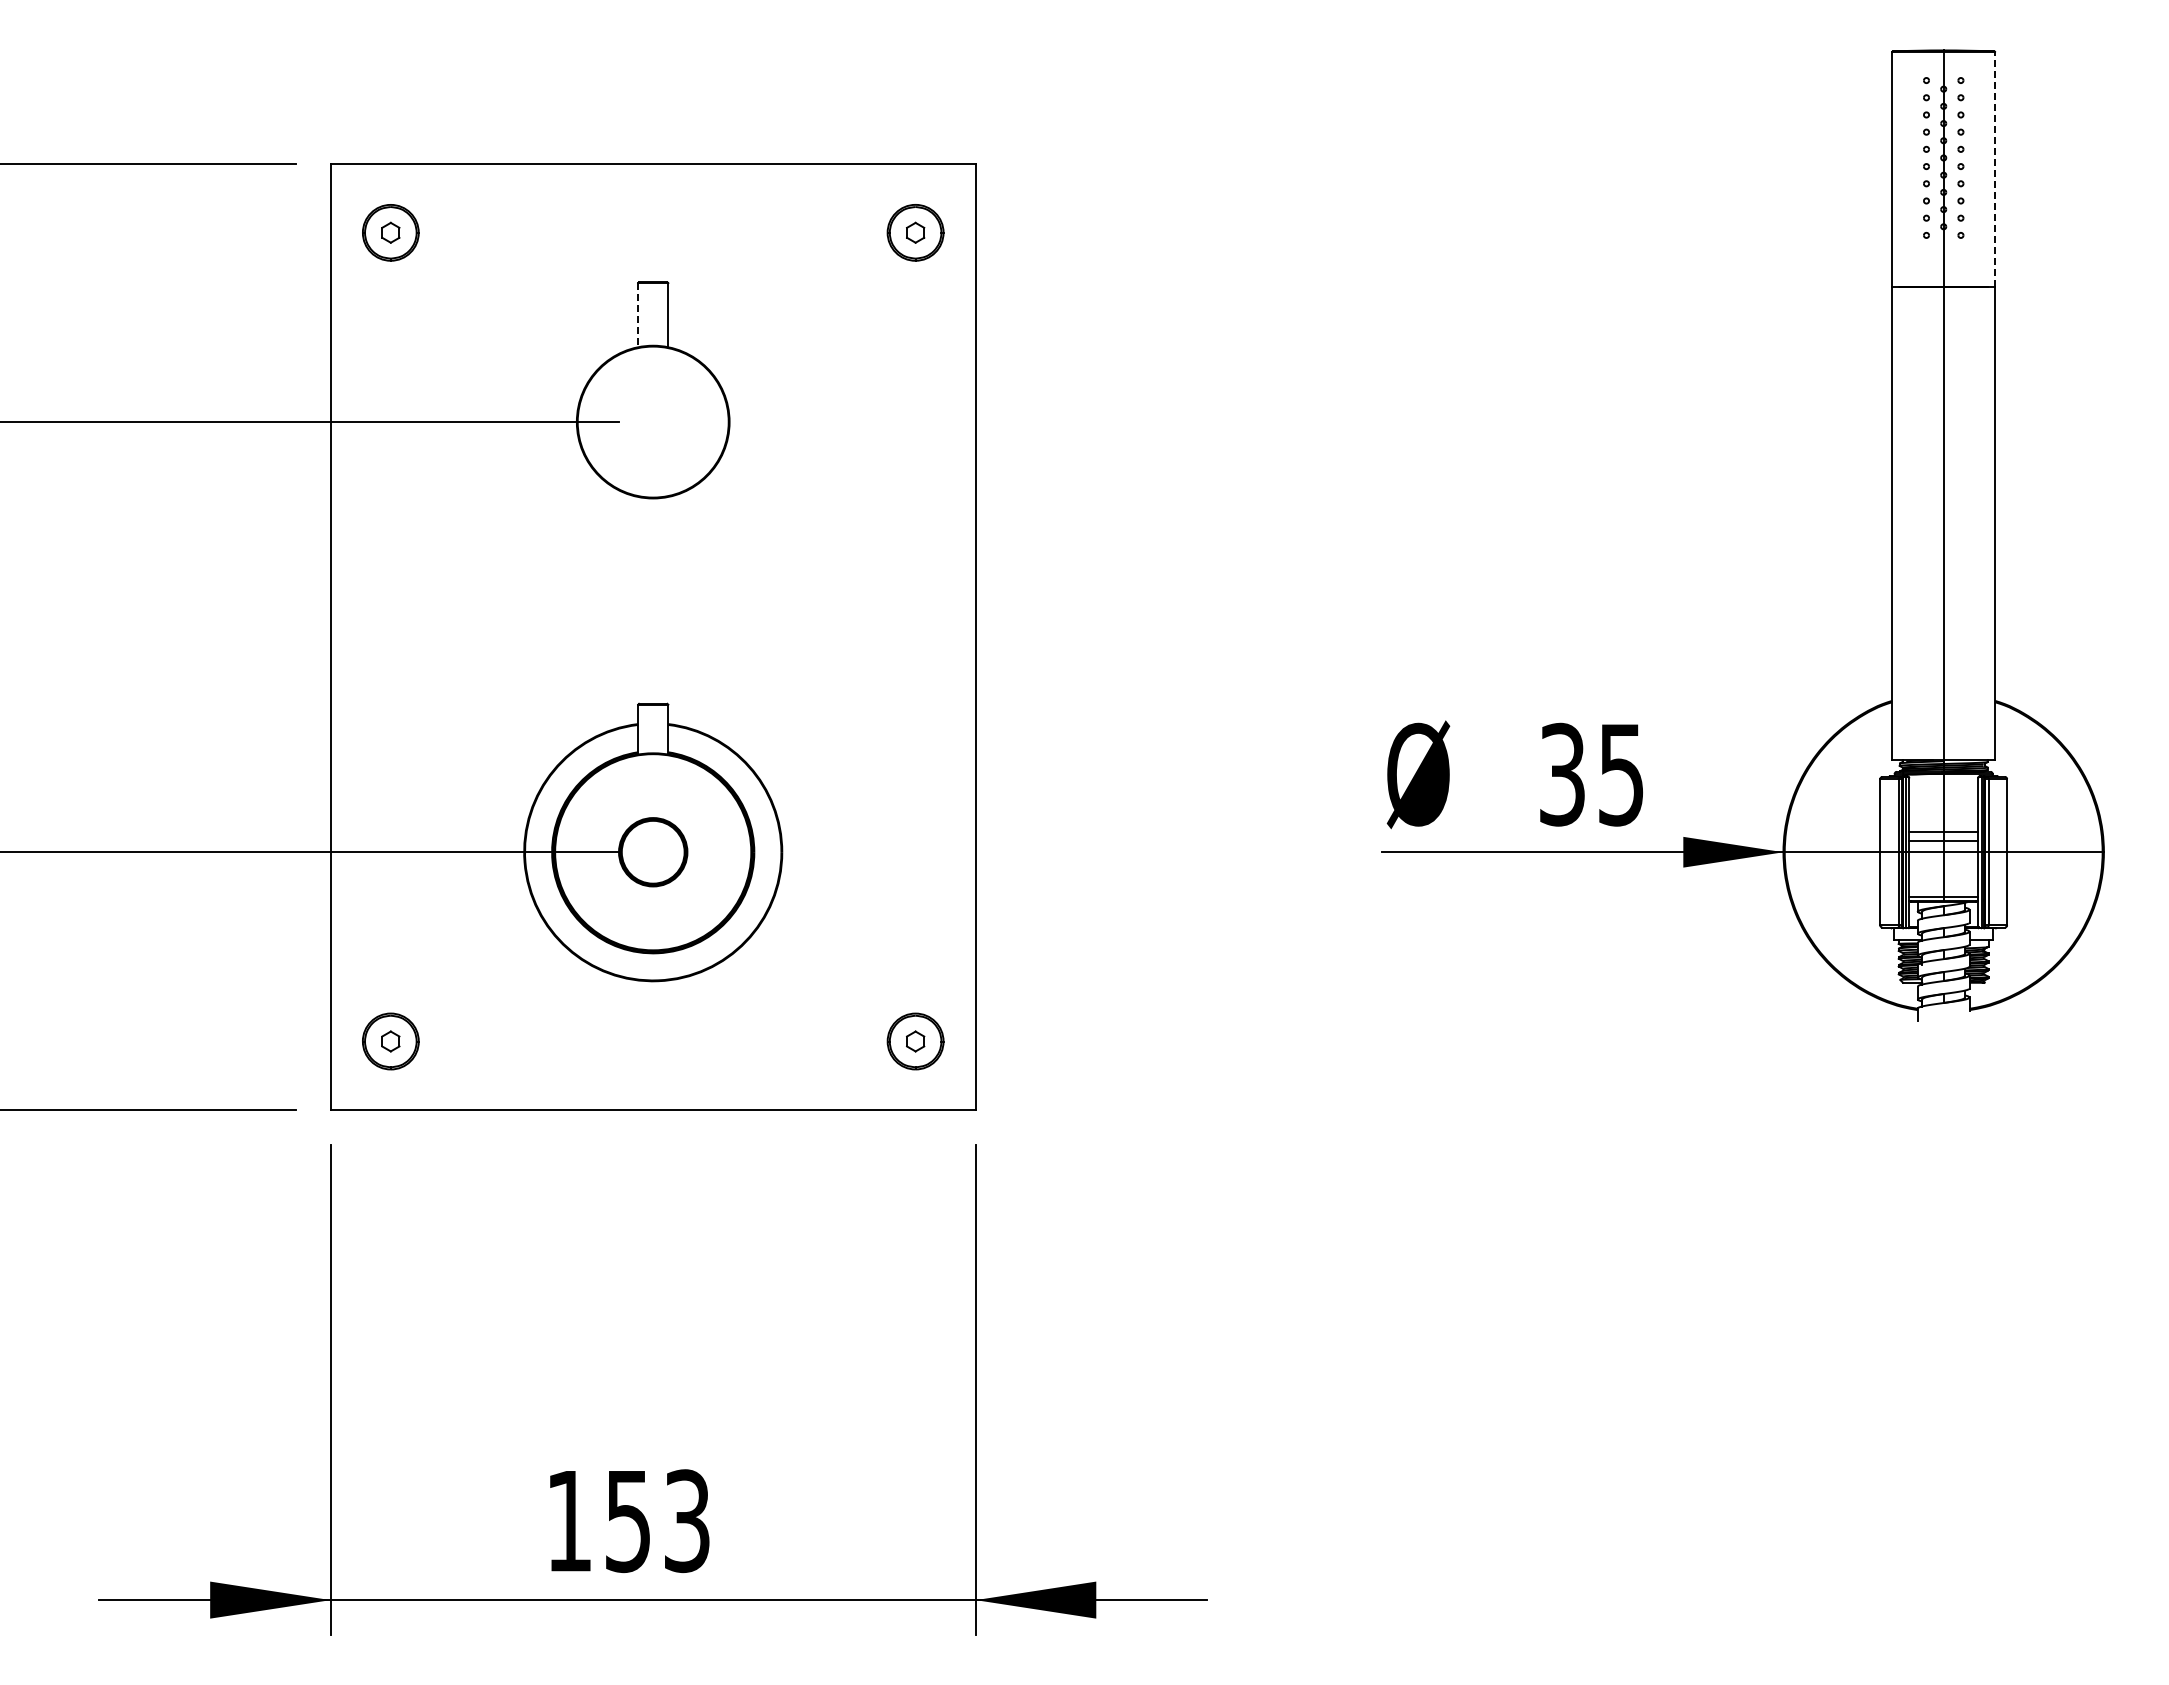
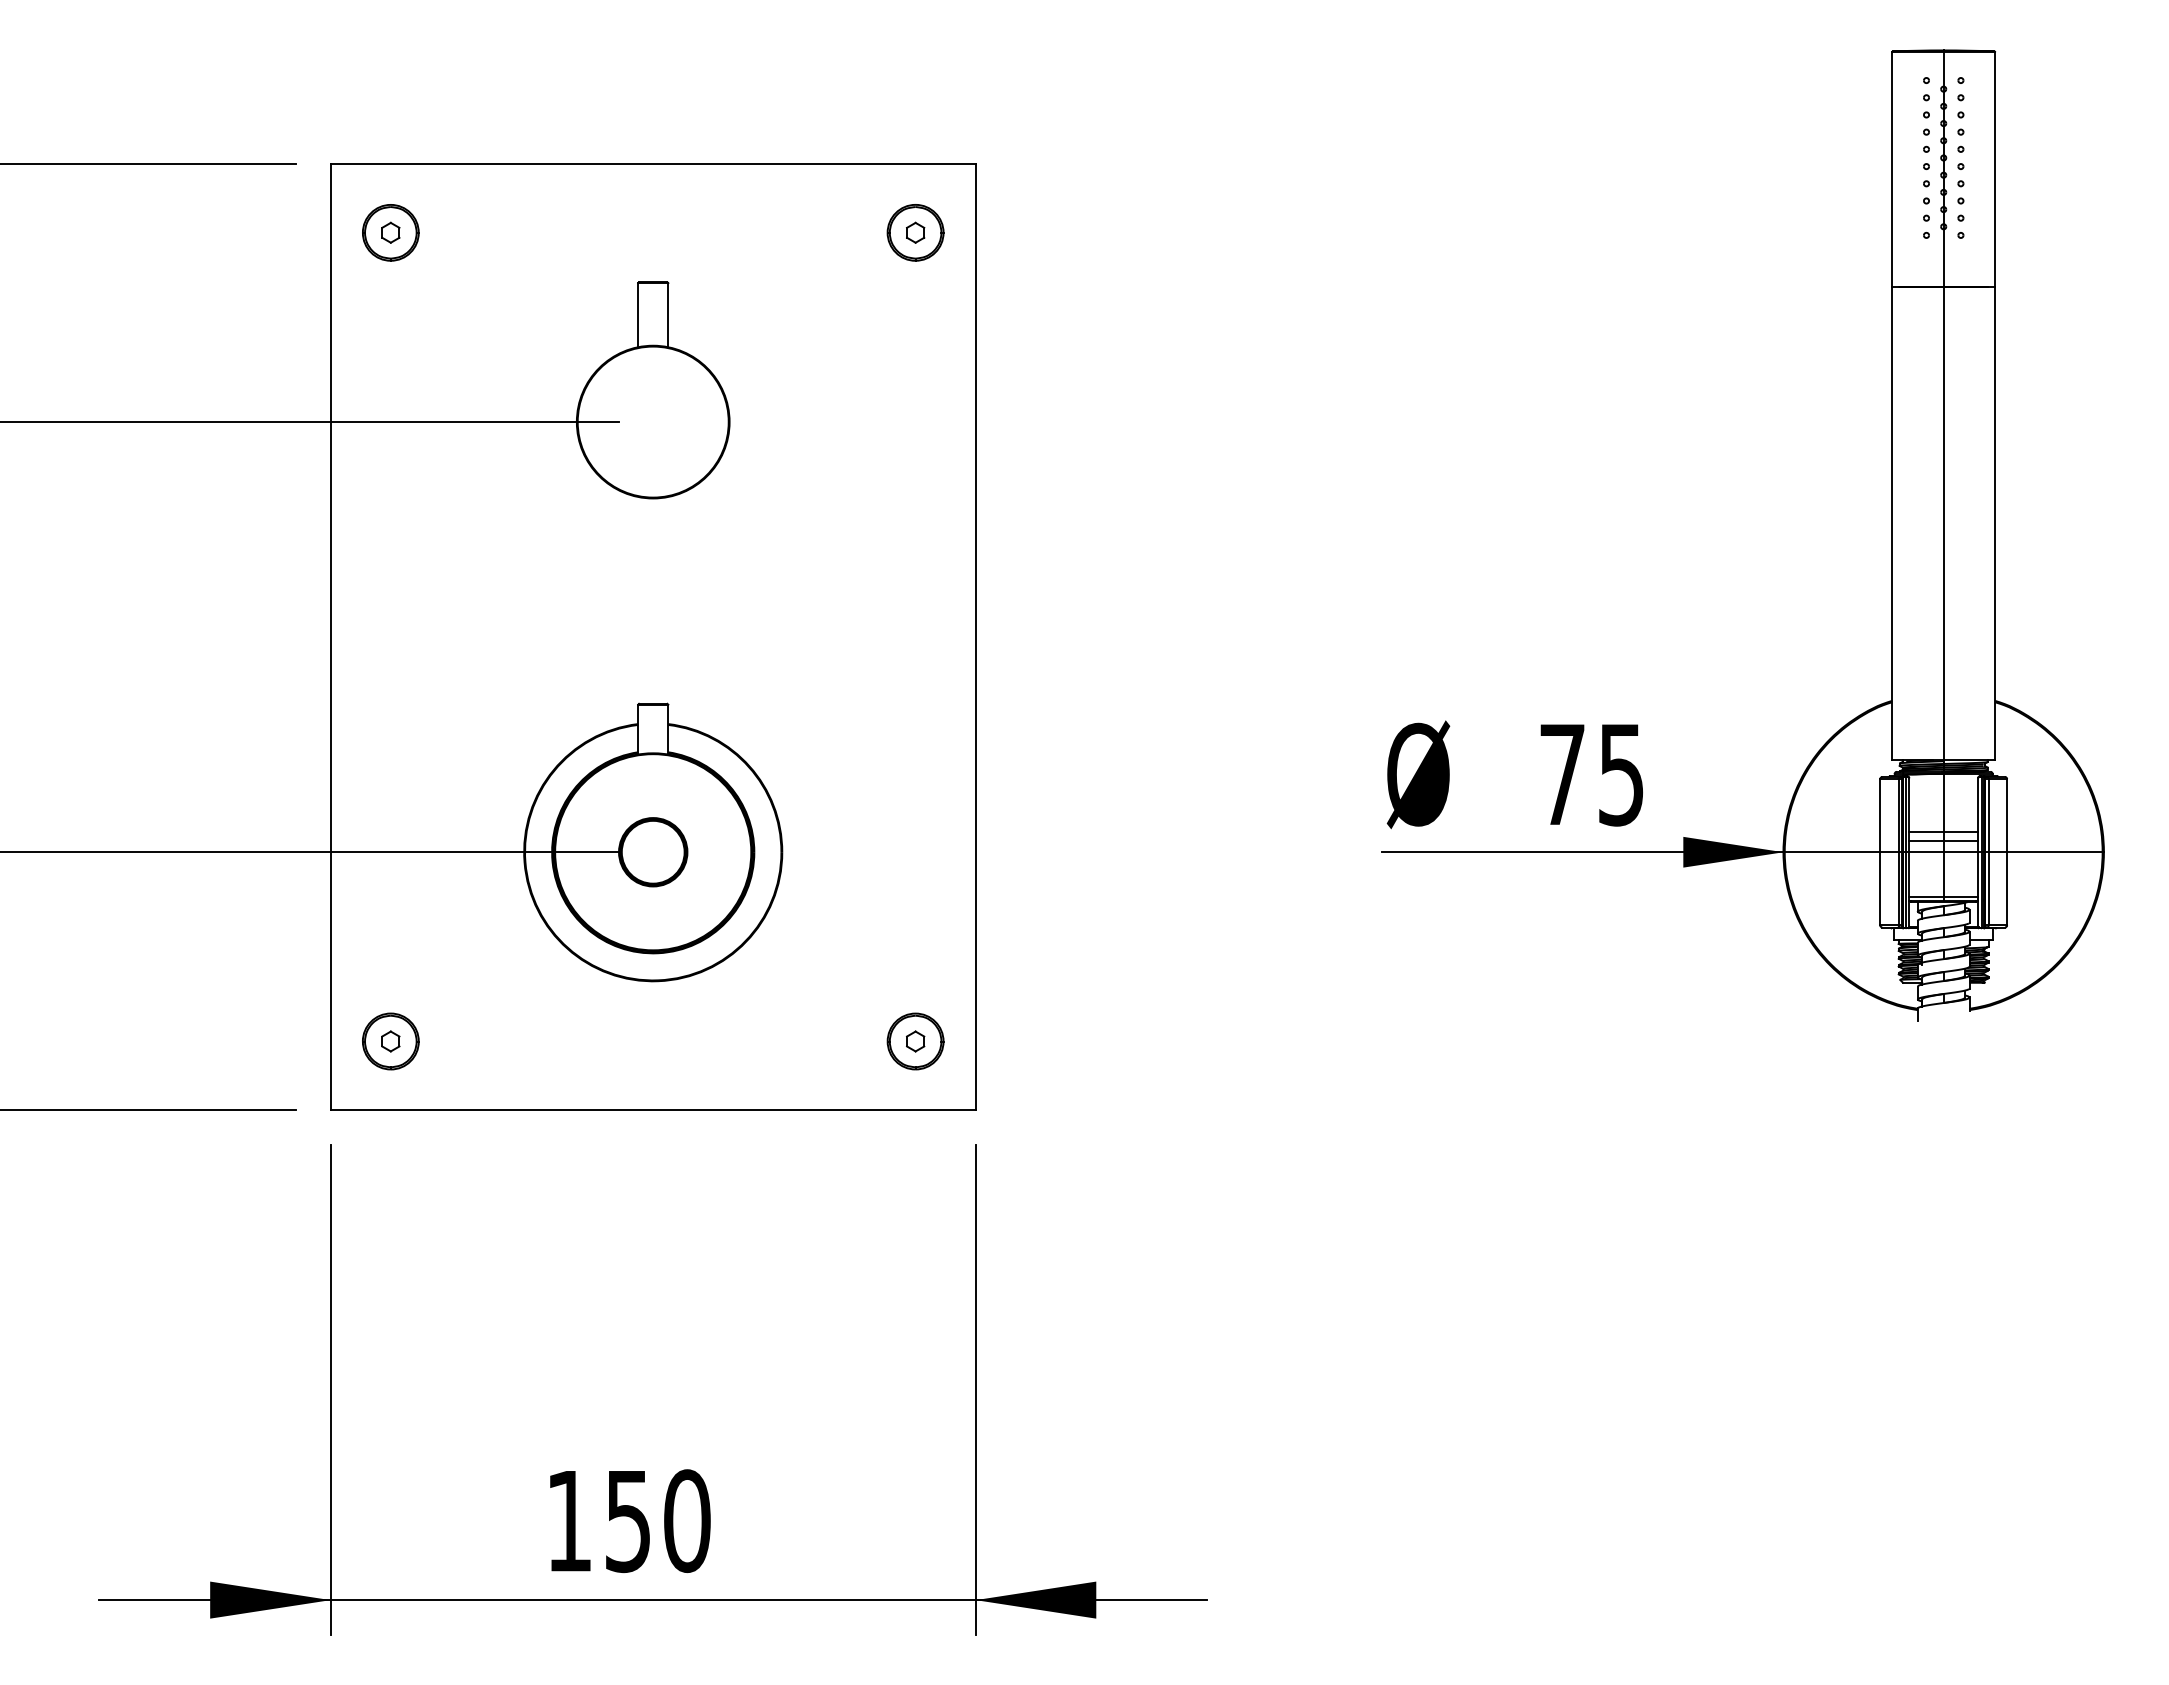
line at (1995, 169): dashed -> solid
line at (638, 315): dashed -> solid
text at (1562, 774): 35 -> 75
text at (687, 1521): 153 -> 150
